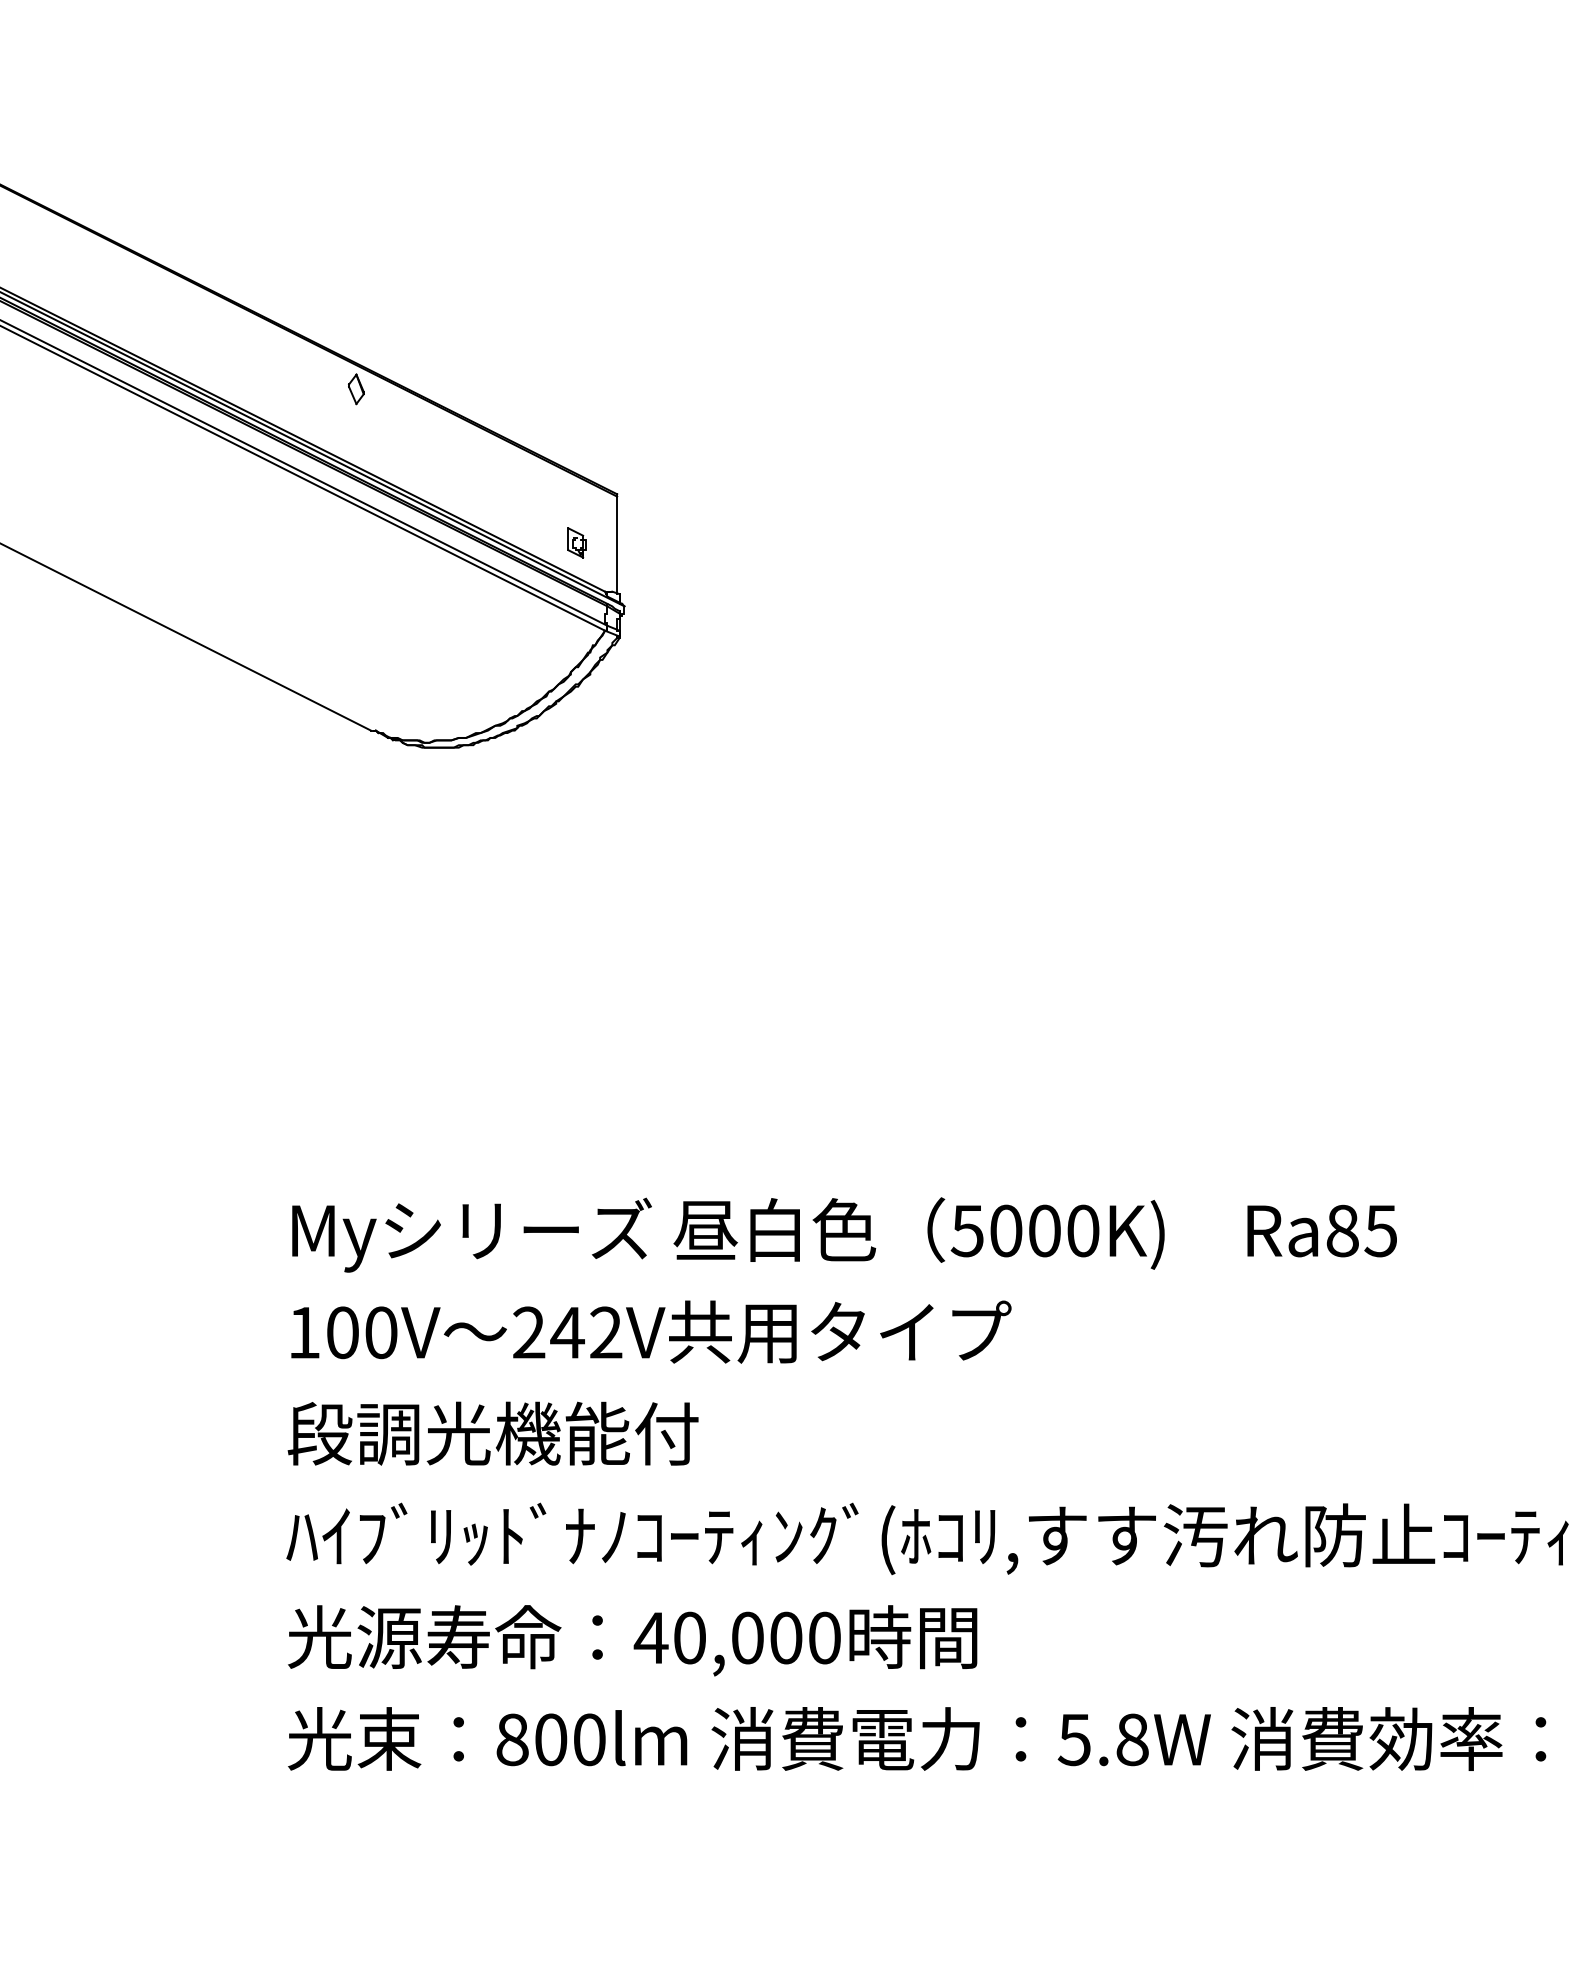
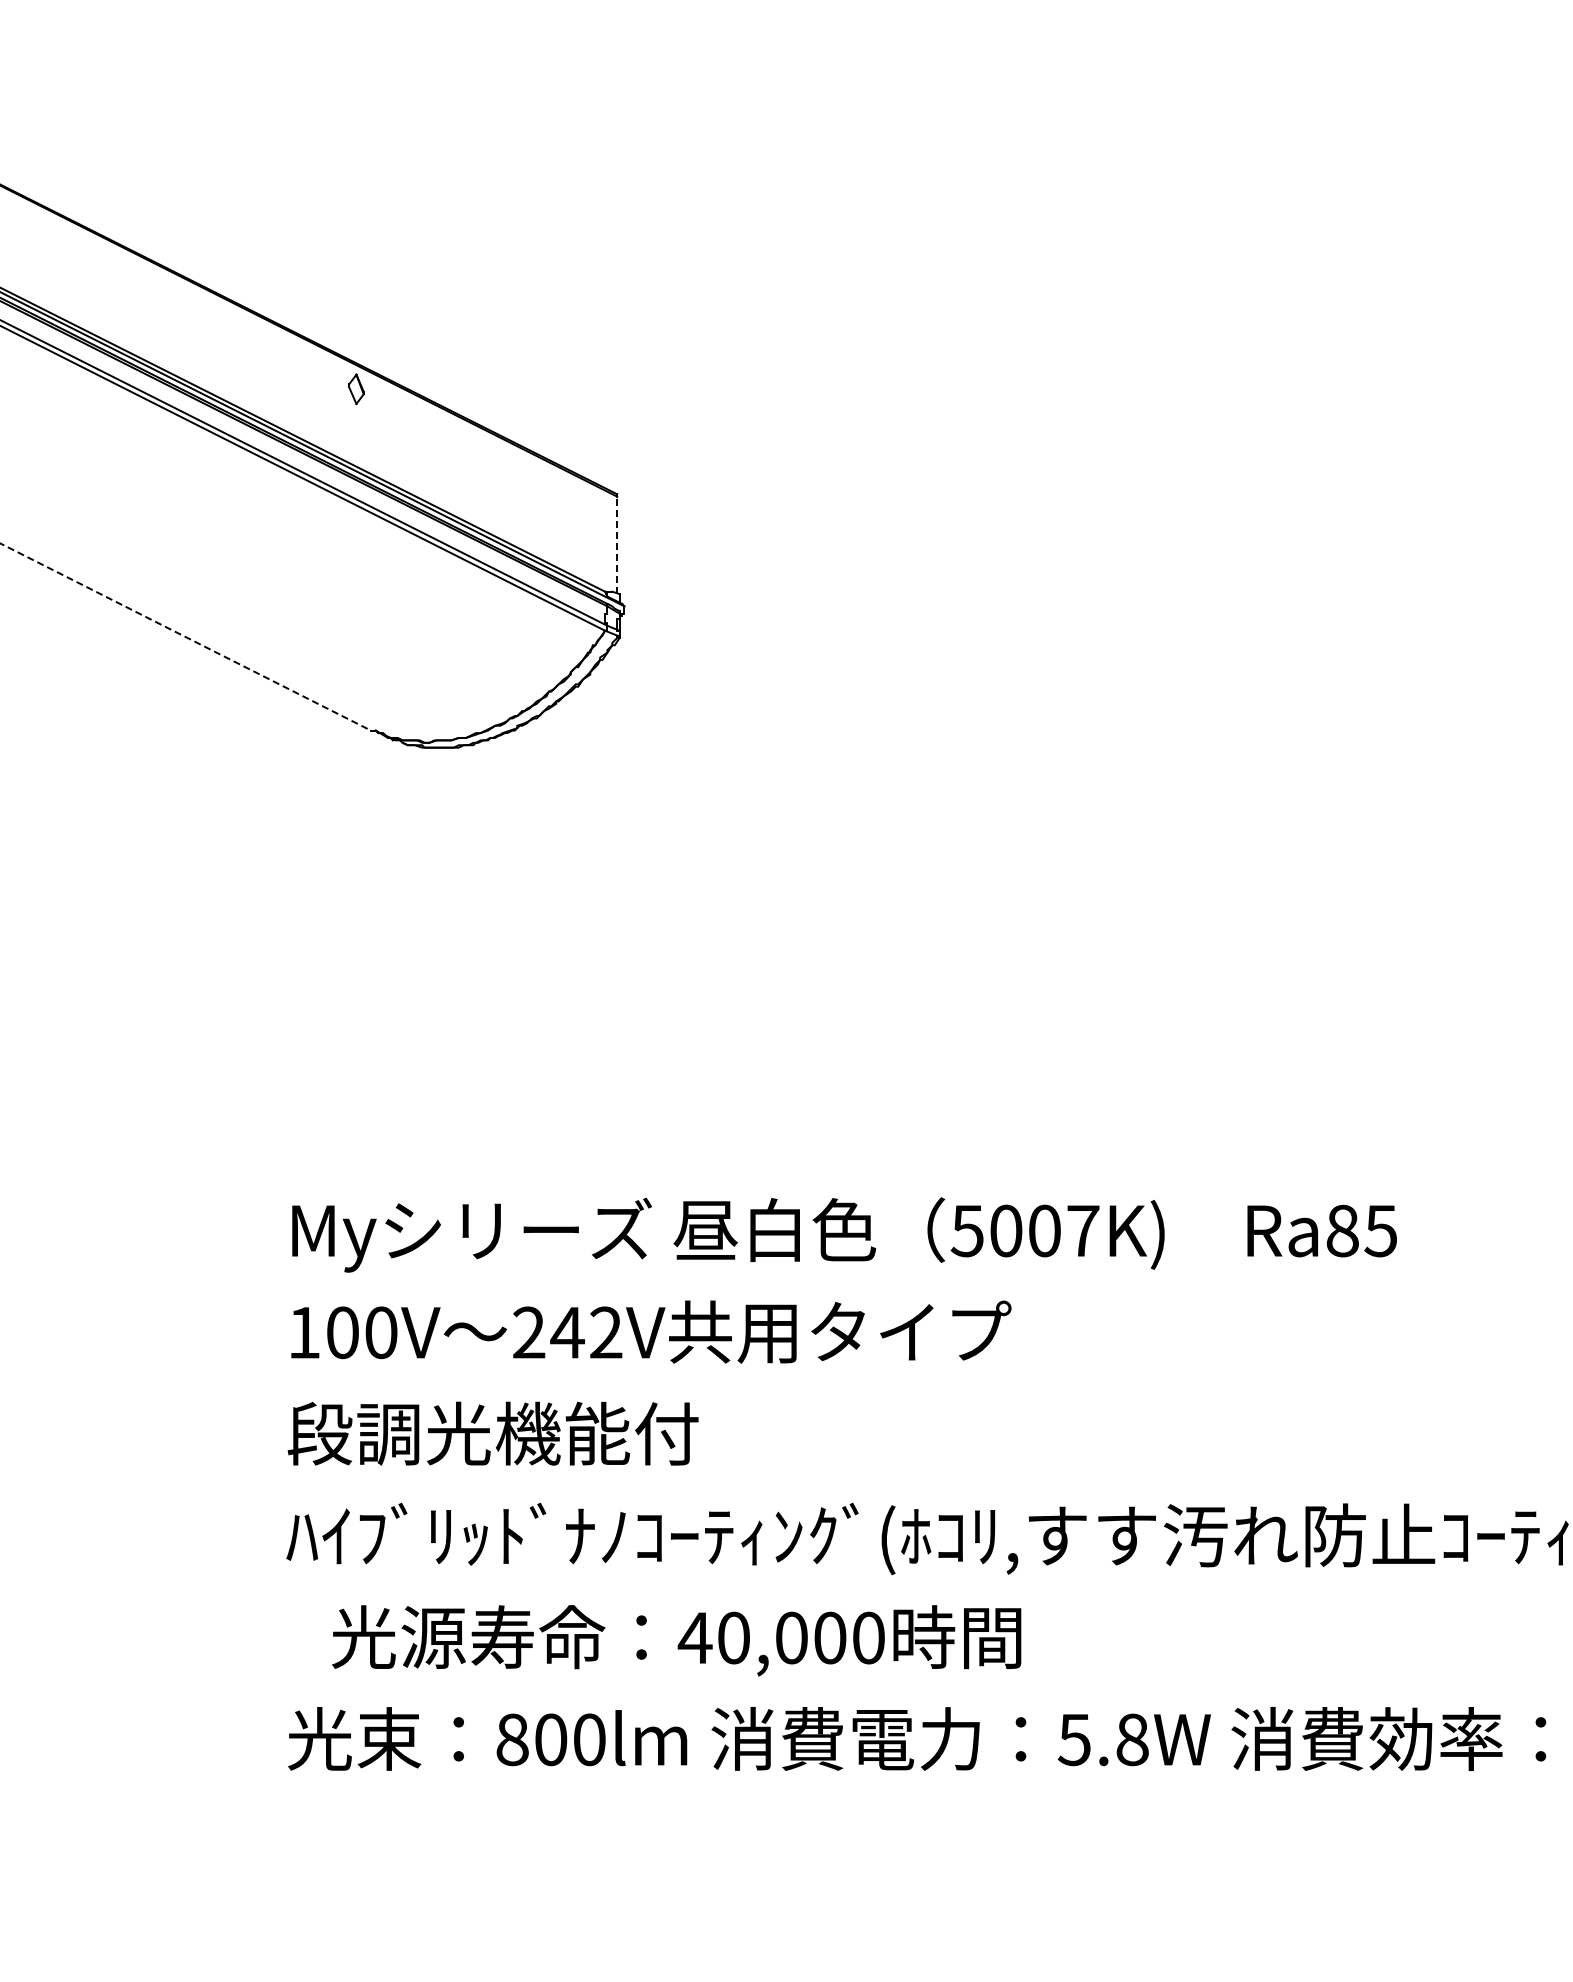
part at (576, 542): present -> none
line at (617, 545): solid -> dashed
line at (186, 637): solid -> dashed
text at (1083, 1230): 5000K) -> 5007K)
text at (632, 1640) position: (632, 1640) -> (676, 1640)
